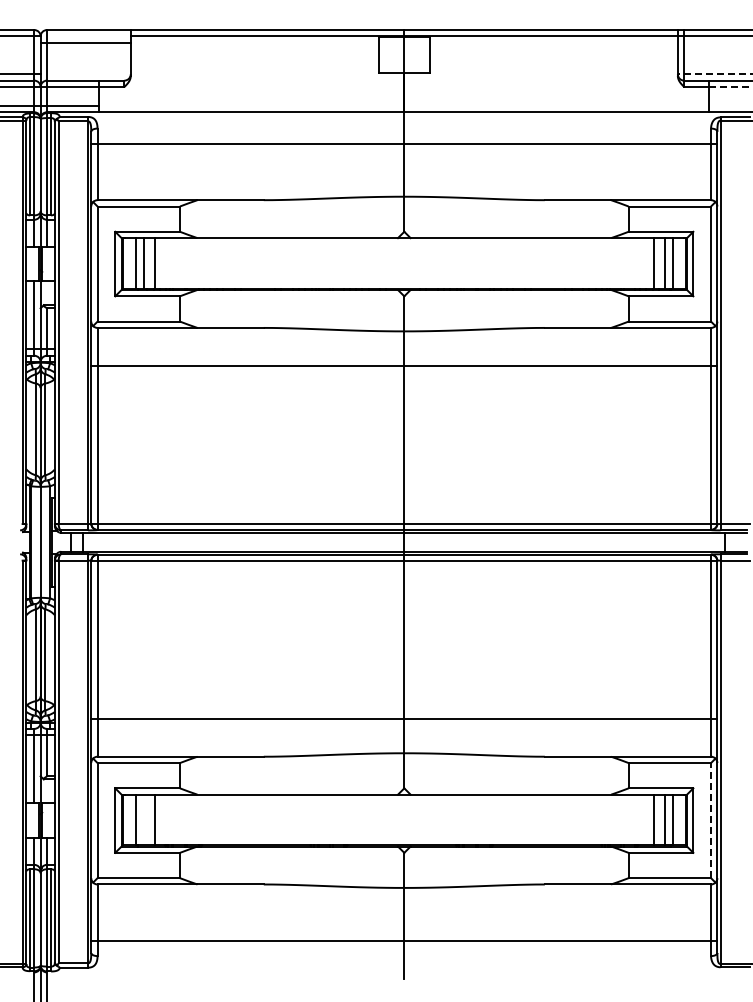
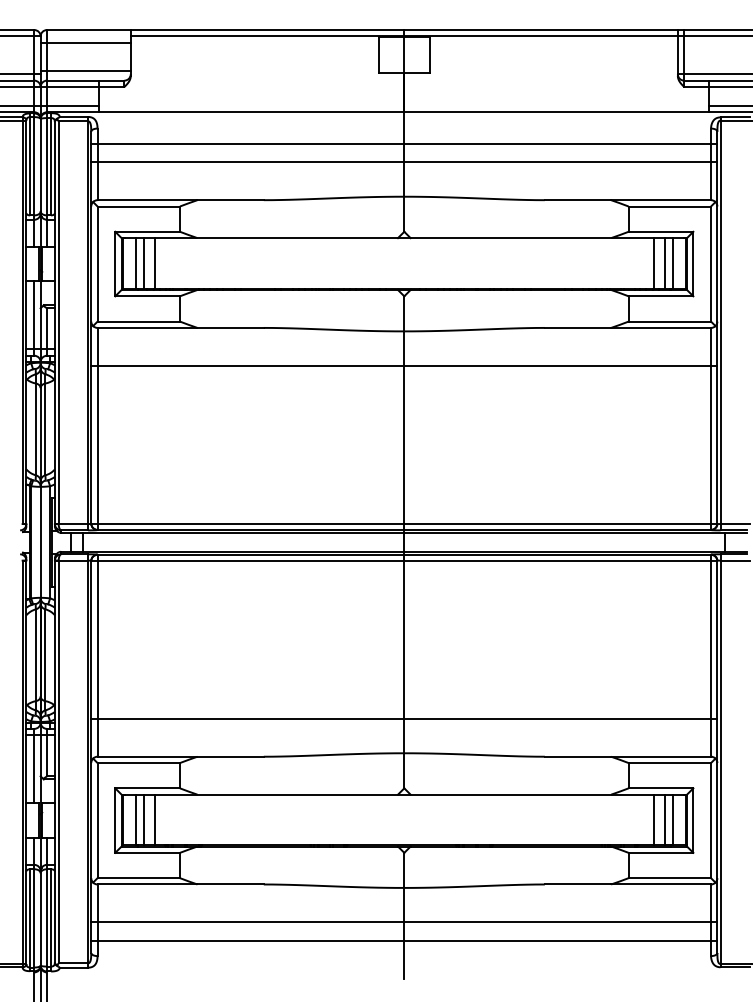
line at (85, 71): none -> present
line at (714, 74): dashed -> solid
line at (731, 86): dashed -> solid
line at (729, 105): none -> present
line at (404, 162): none -> present
line at (143, 819): none -> present
line at (711, 820): dashed -> solid
line at (404, 922): none -> present
